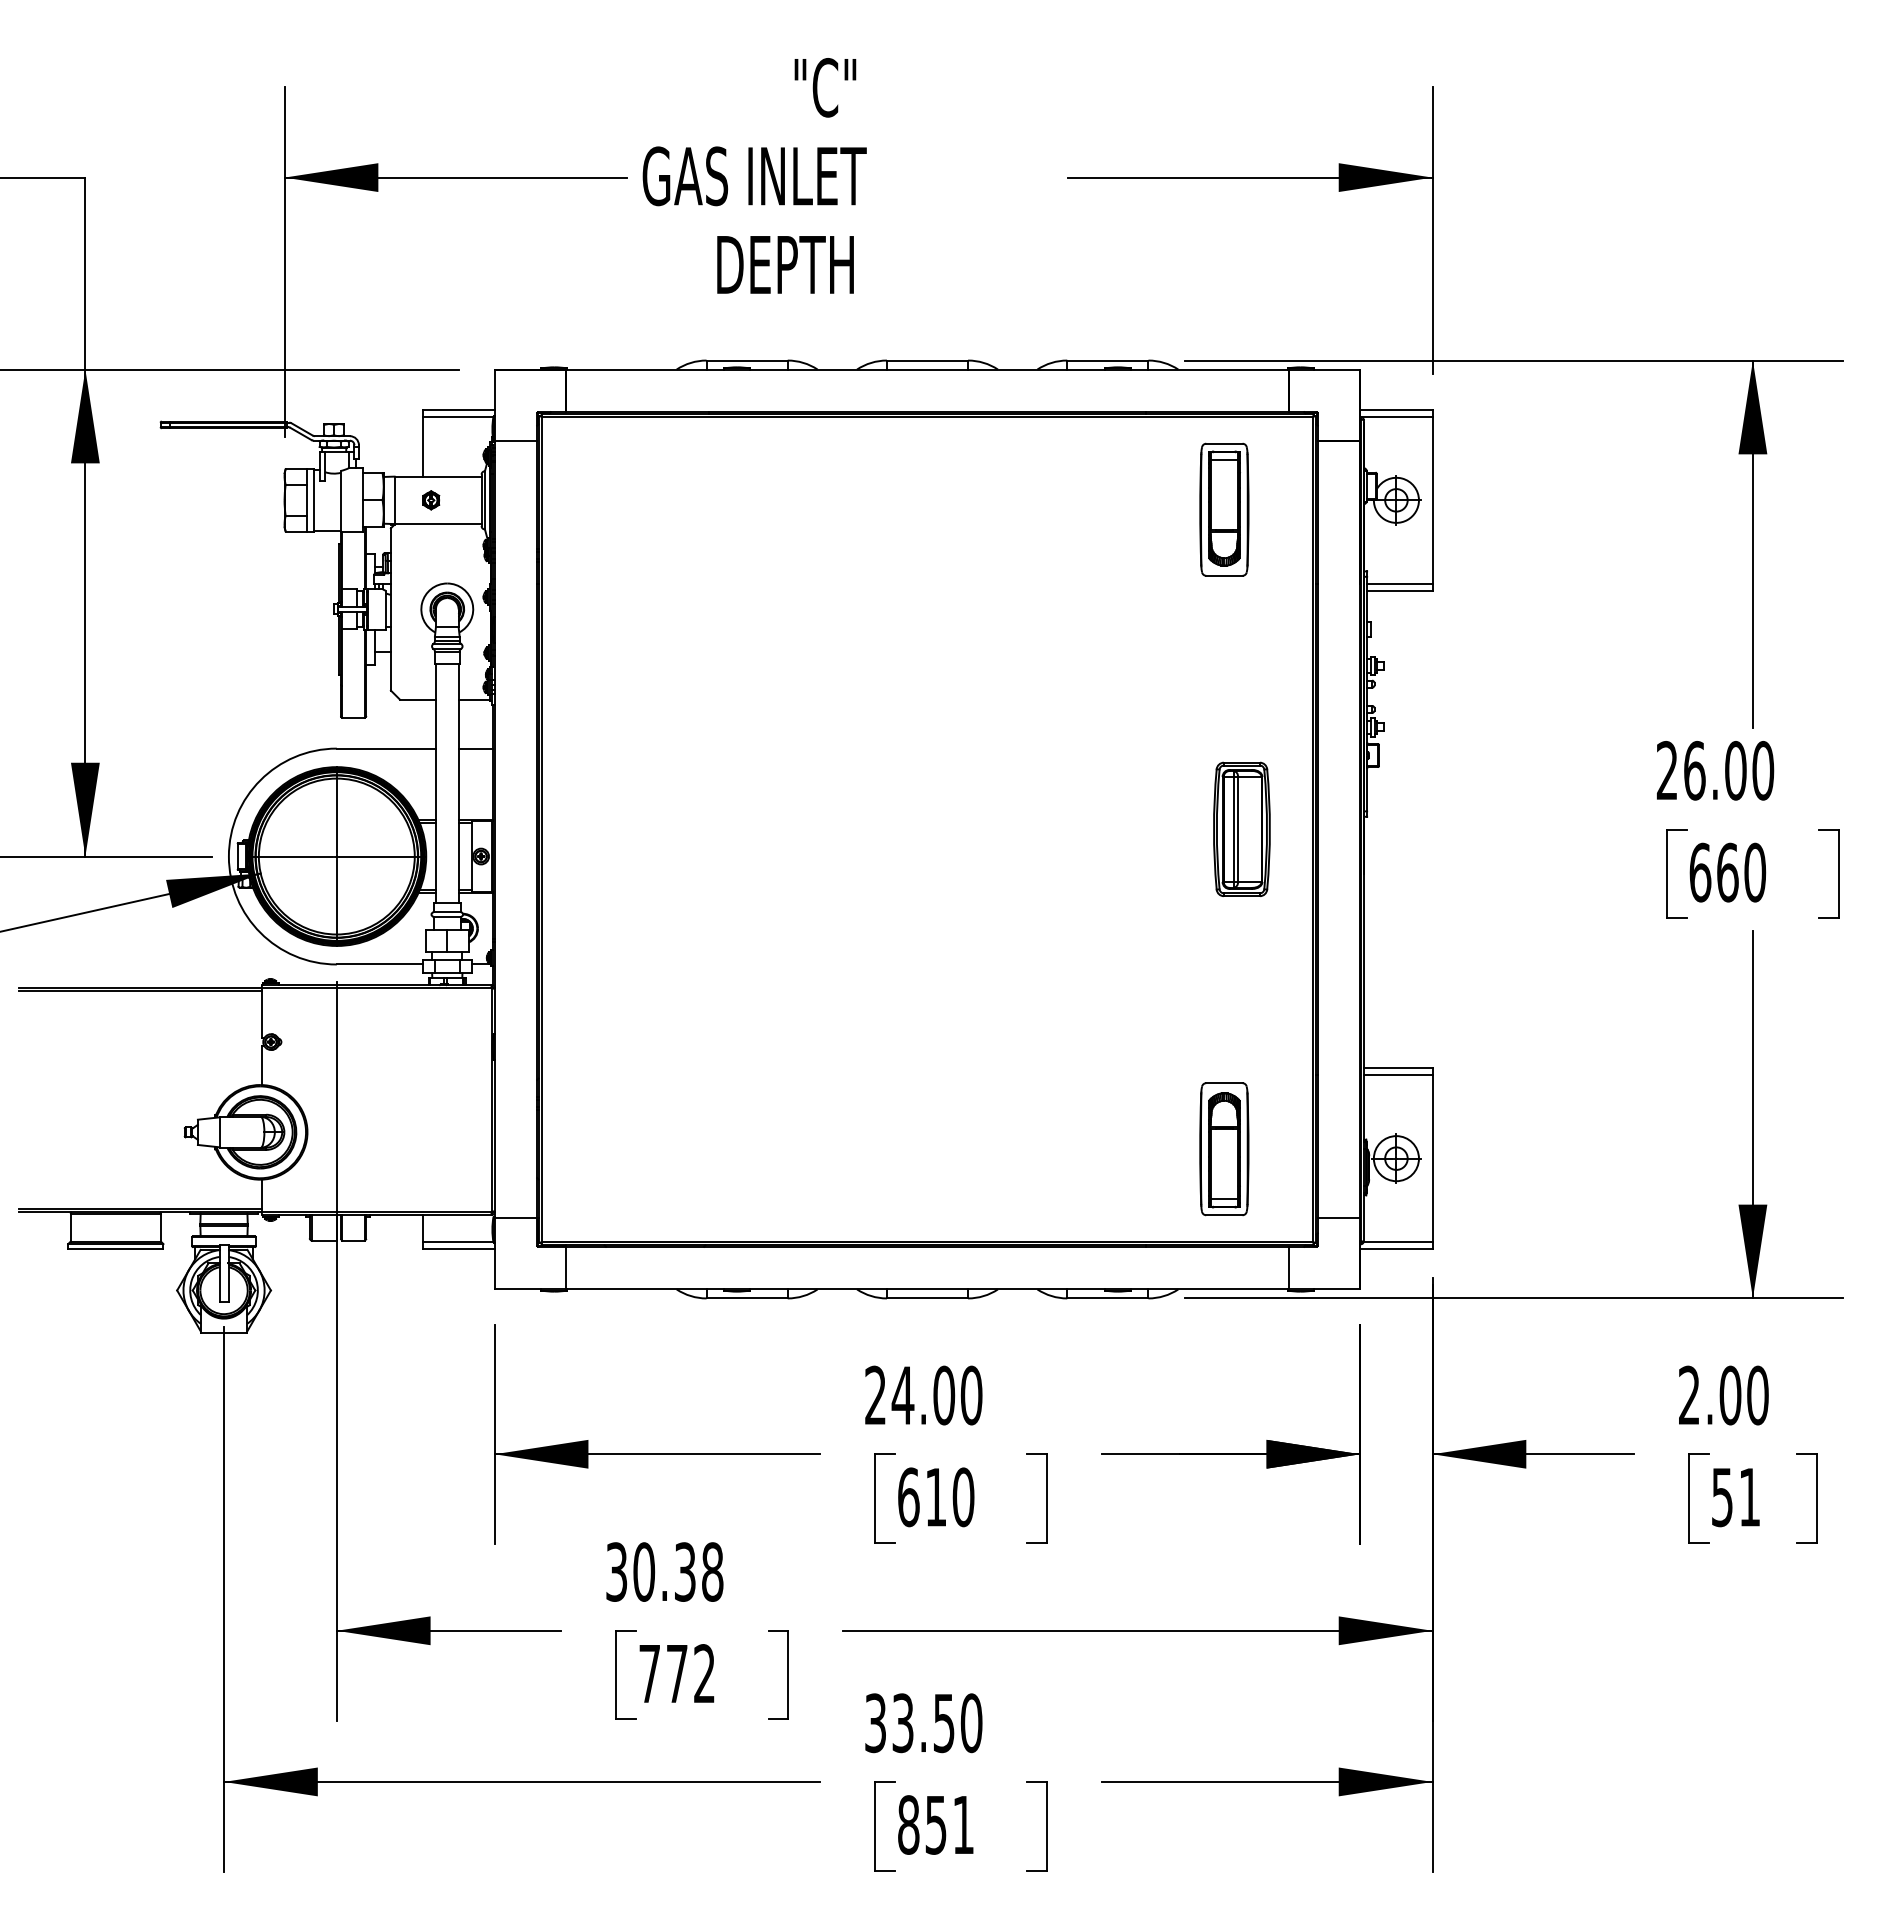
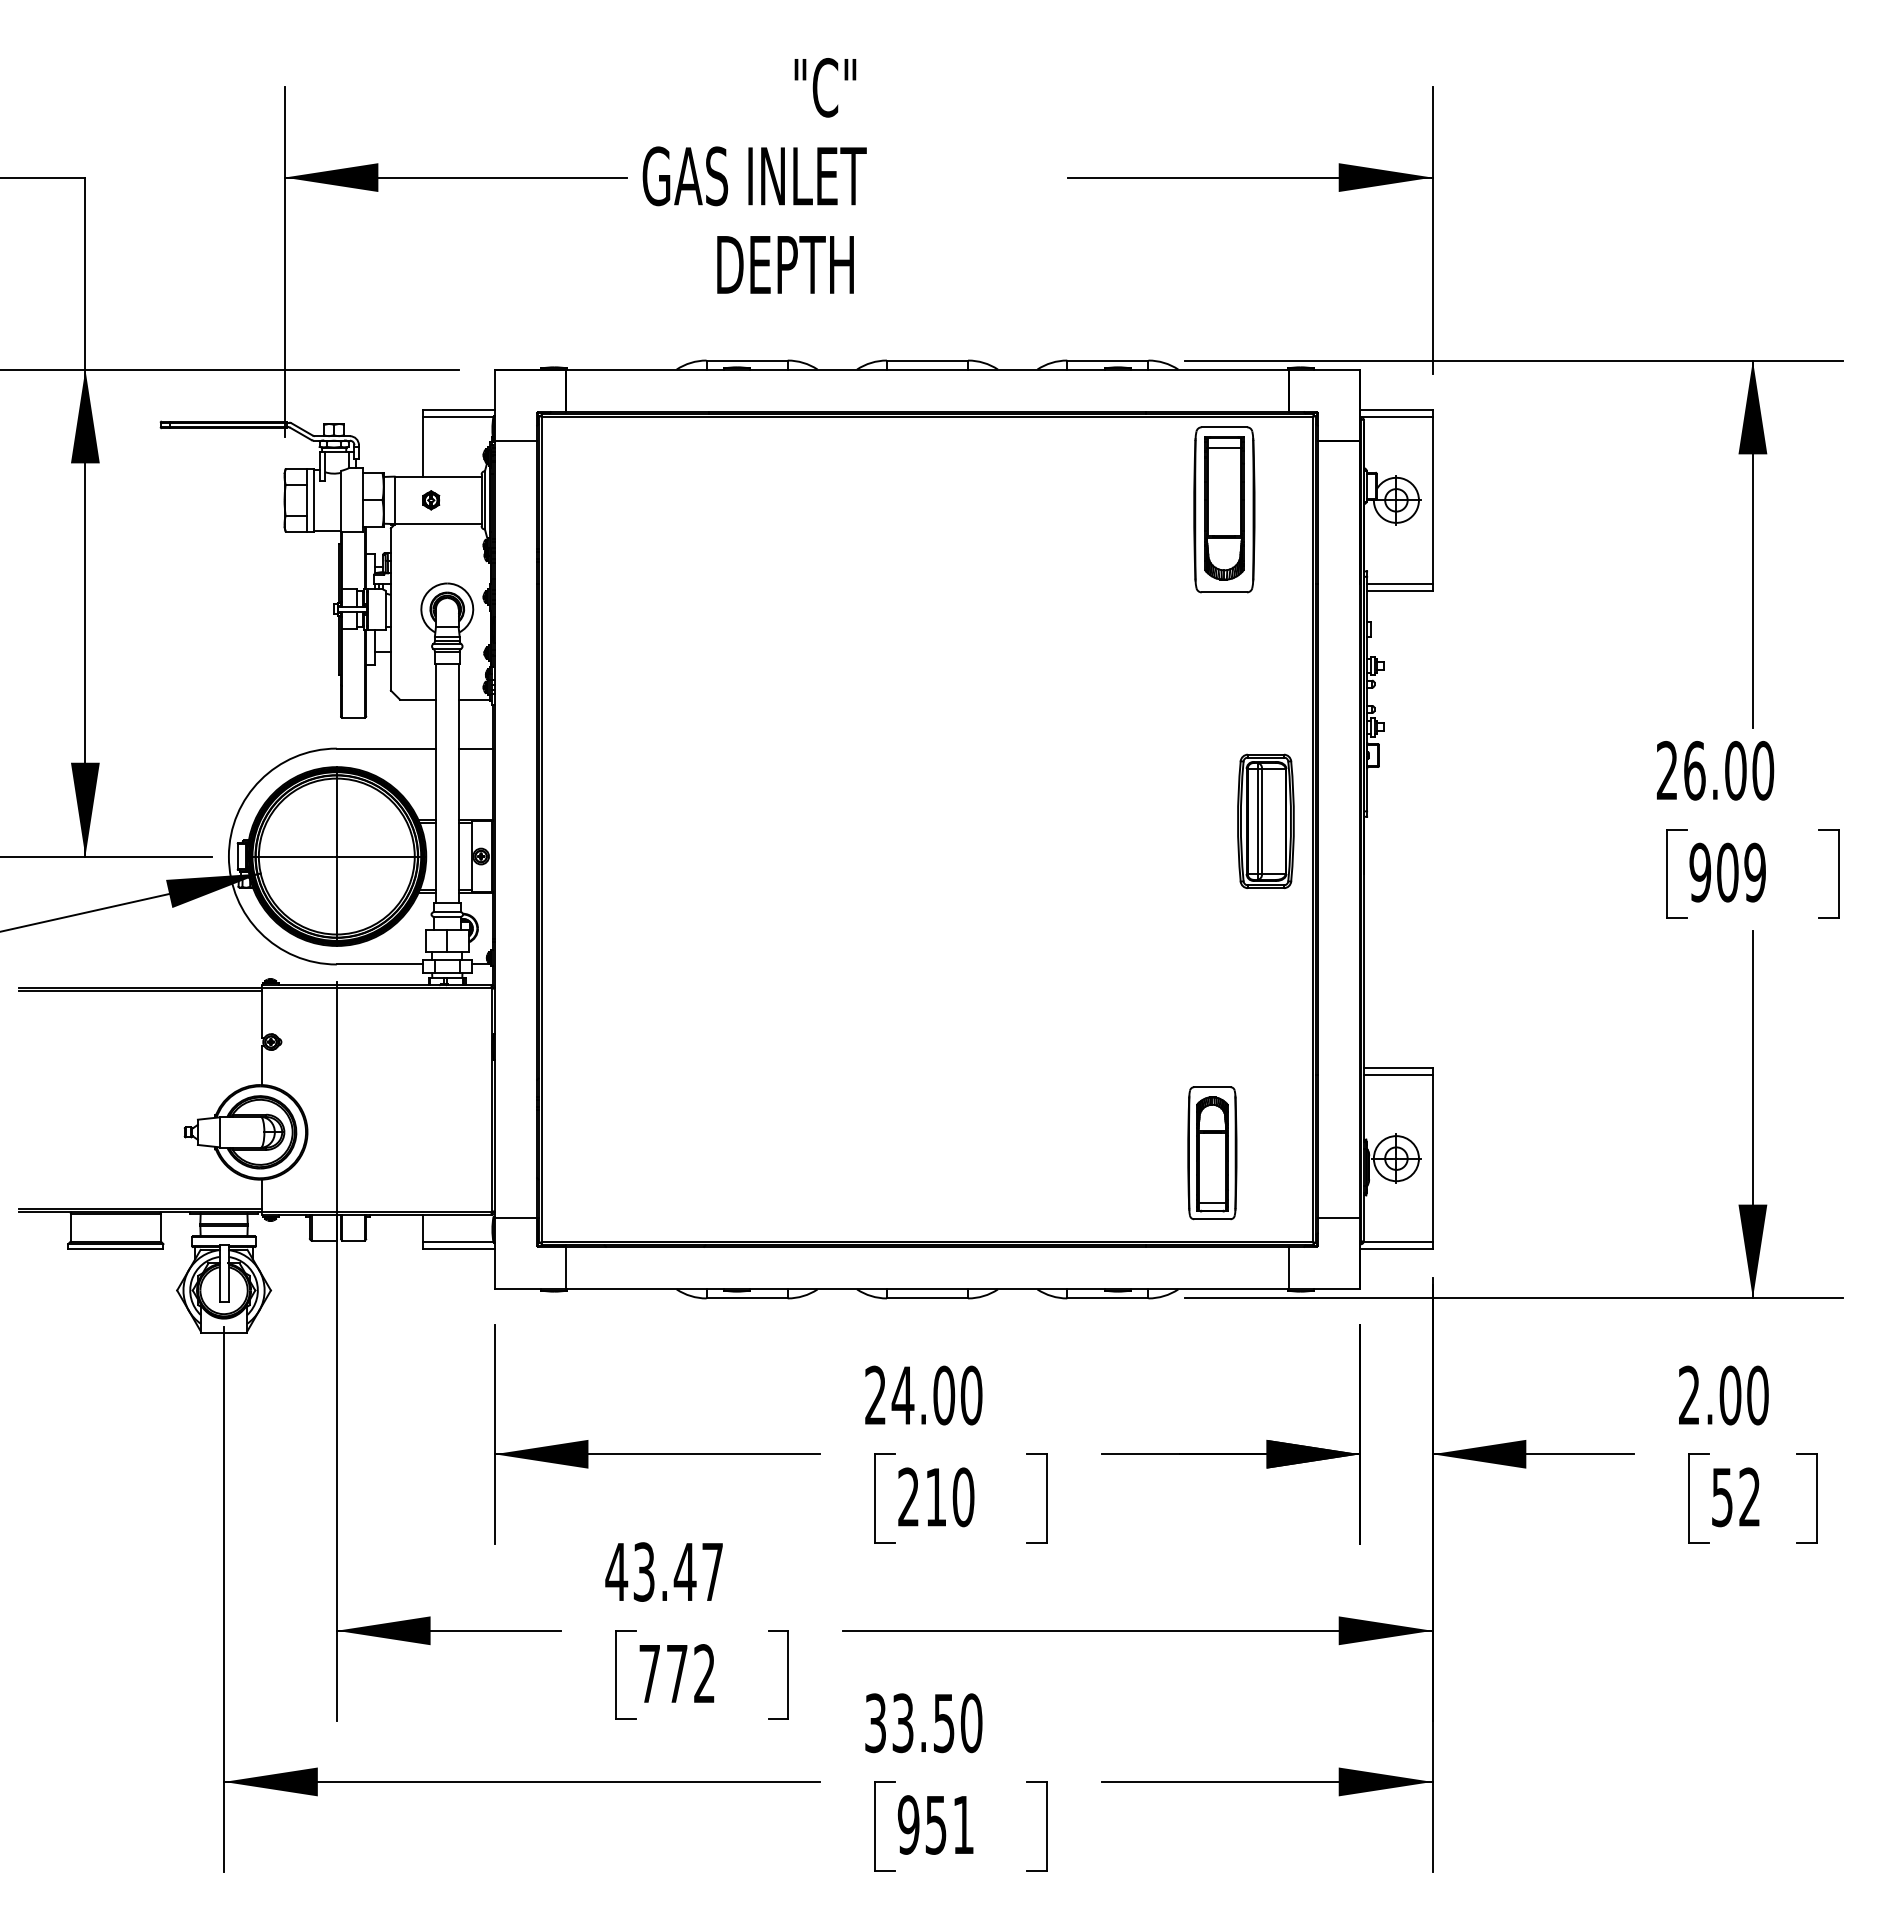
part at (1224, 509) size: 51x135 px -> 63x168 px
part at (1241, 828) position: (1241, 828) -> (1265, 820)
text at (1727, 872): 660 -> 909
part at (1224, 1149) position: (1224, 1149) -> (1212, 1153)
text at (1749, 1496): 51 -> 52
text at (908, 1497): 610 -> 210
text at (664, 1571): 30.38 -> 43.47
text at (908, 1824): 851 -> 951
